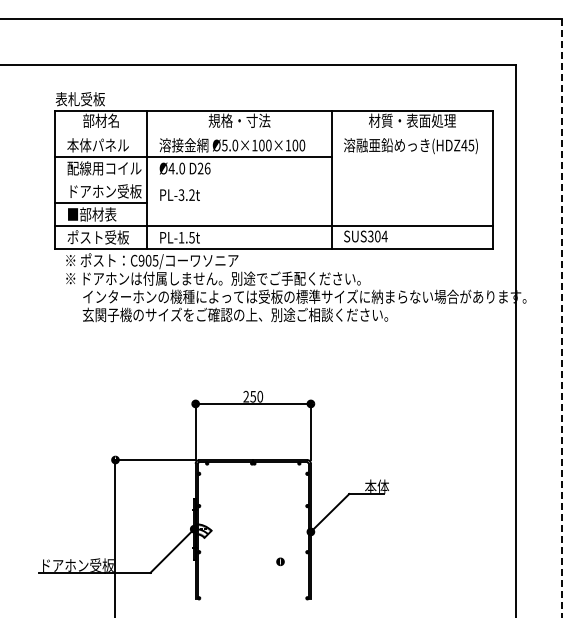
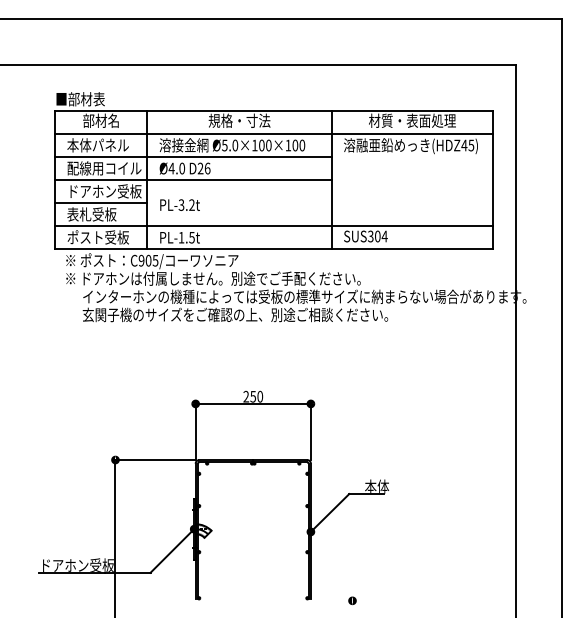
text at (79, 99): 表札受板 -> ■部材表
line at (274, 134): none -> present
line at (193, 180): none -> present
text at (179, 194) position: (179, 194) -> (179, 204)
text at (91, 214): ■部材表 -> 表札受板
line at (561, 318): dashed -> solid
part at (280, 561) position: (280, 561) -> (352, 600)
